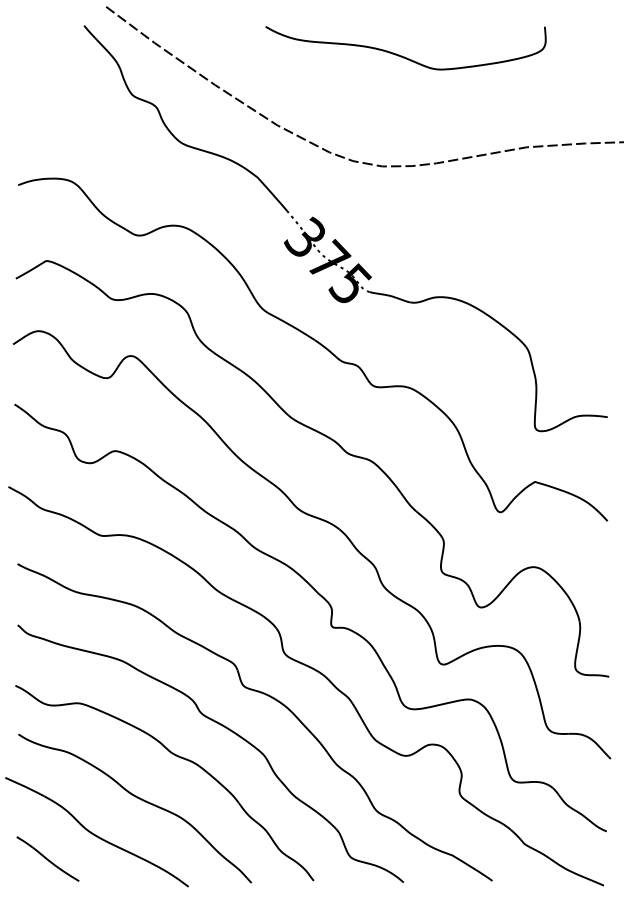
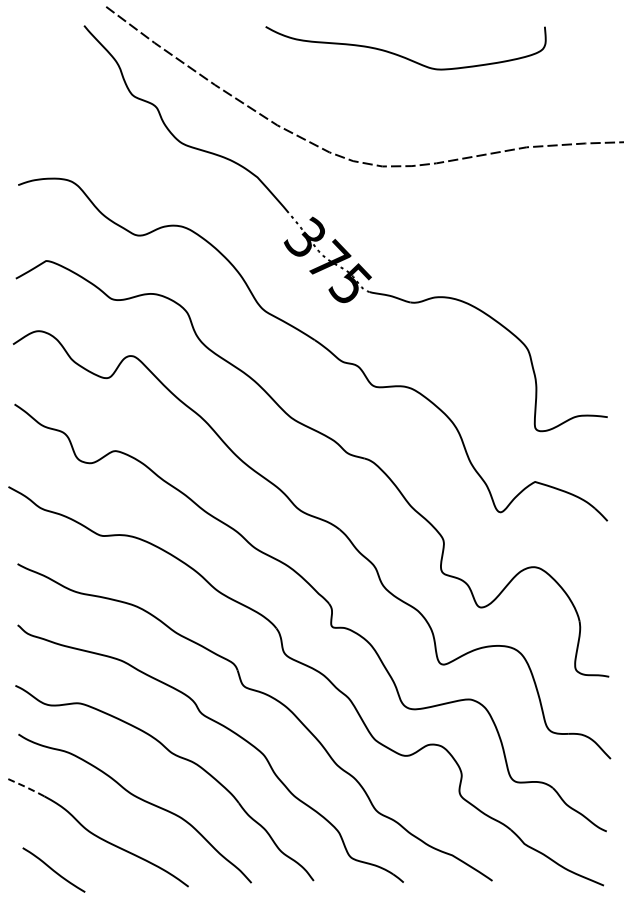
line at (24, 786): solid -> dashed
curve at (47, 858) position: (47, 858) -> (53, 869)
